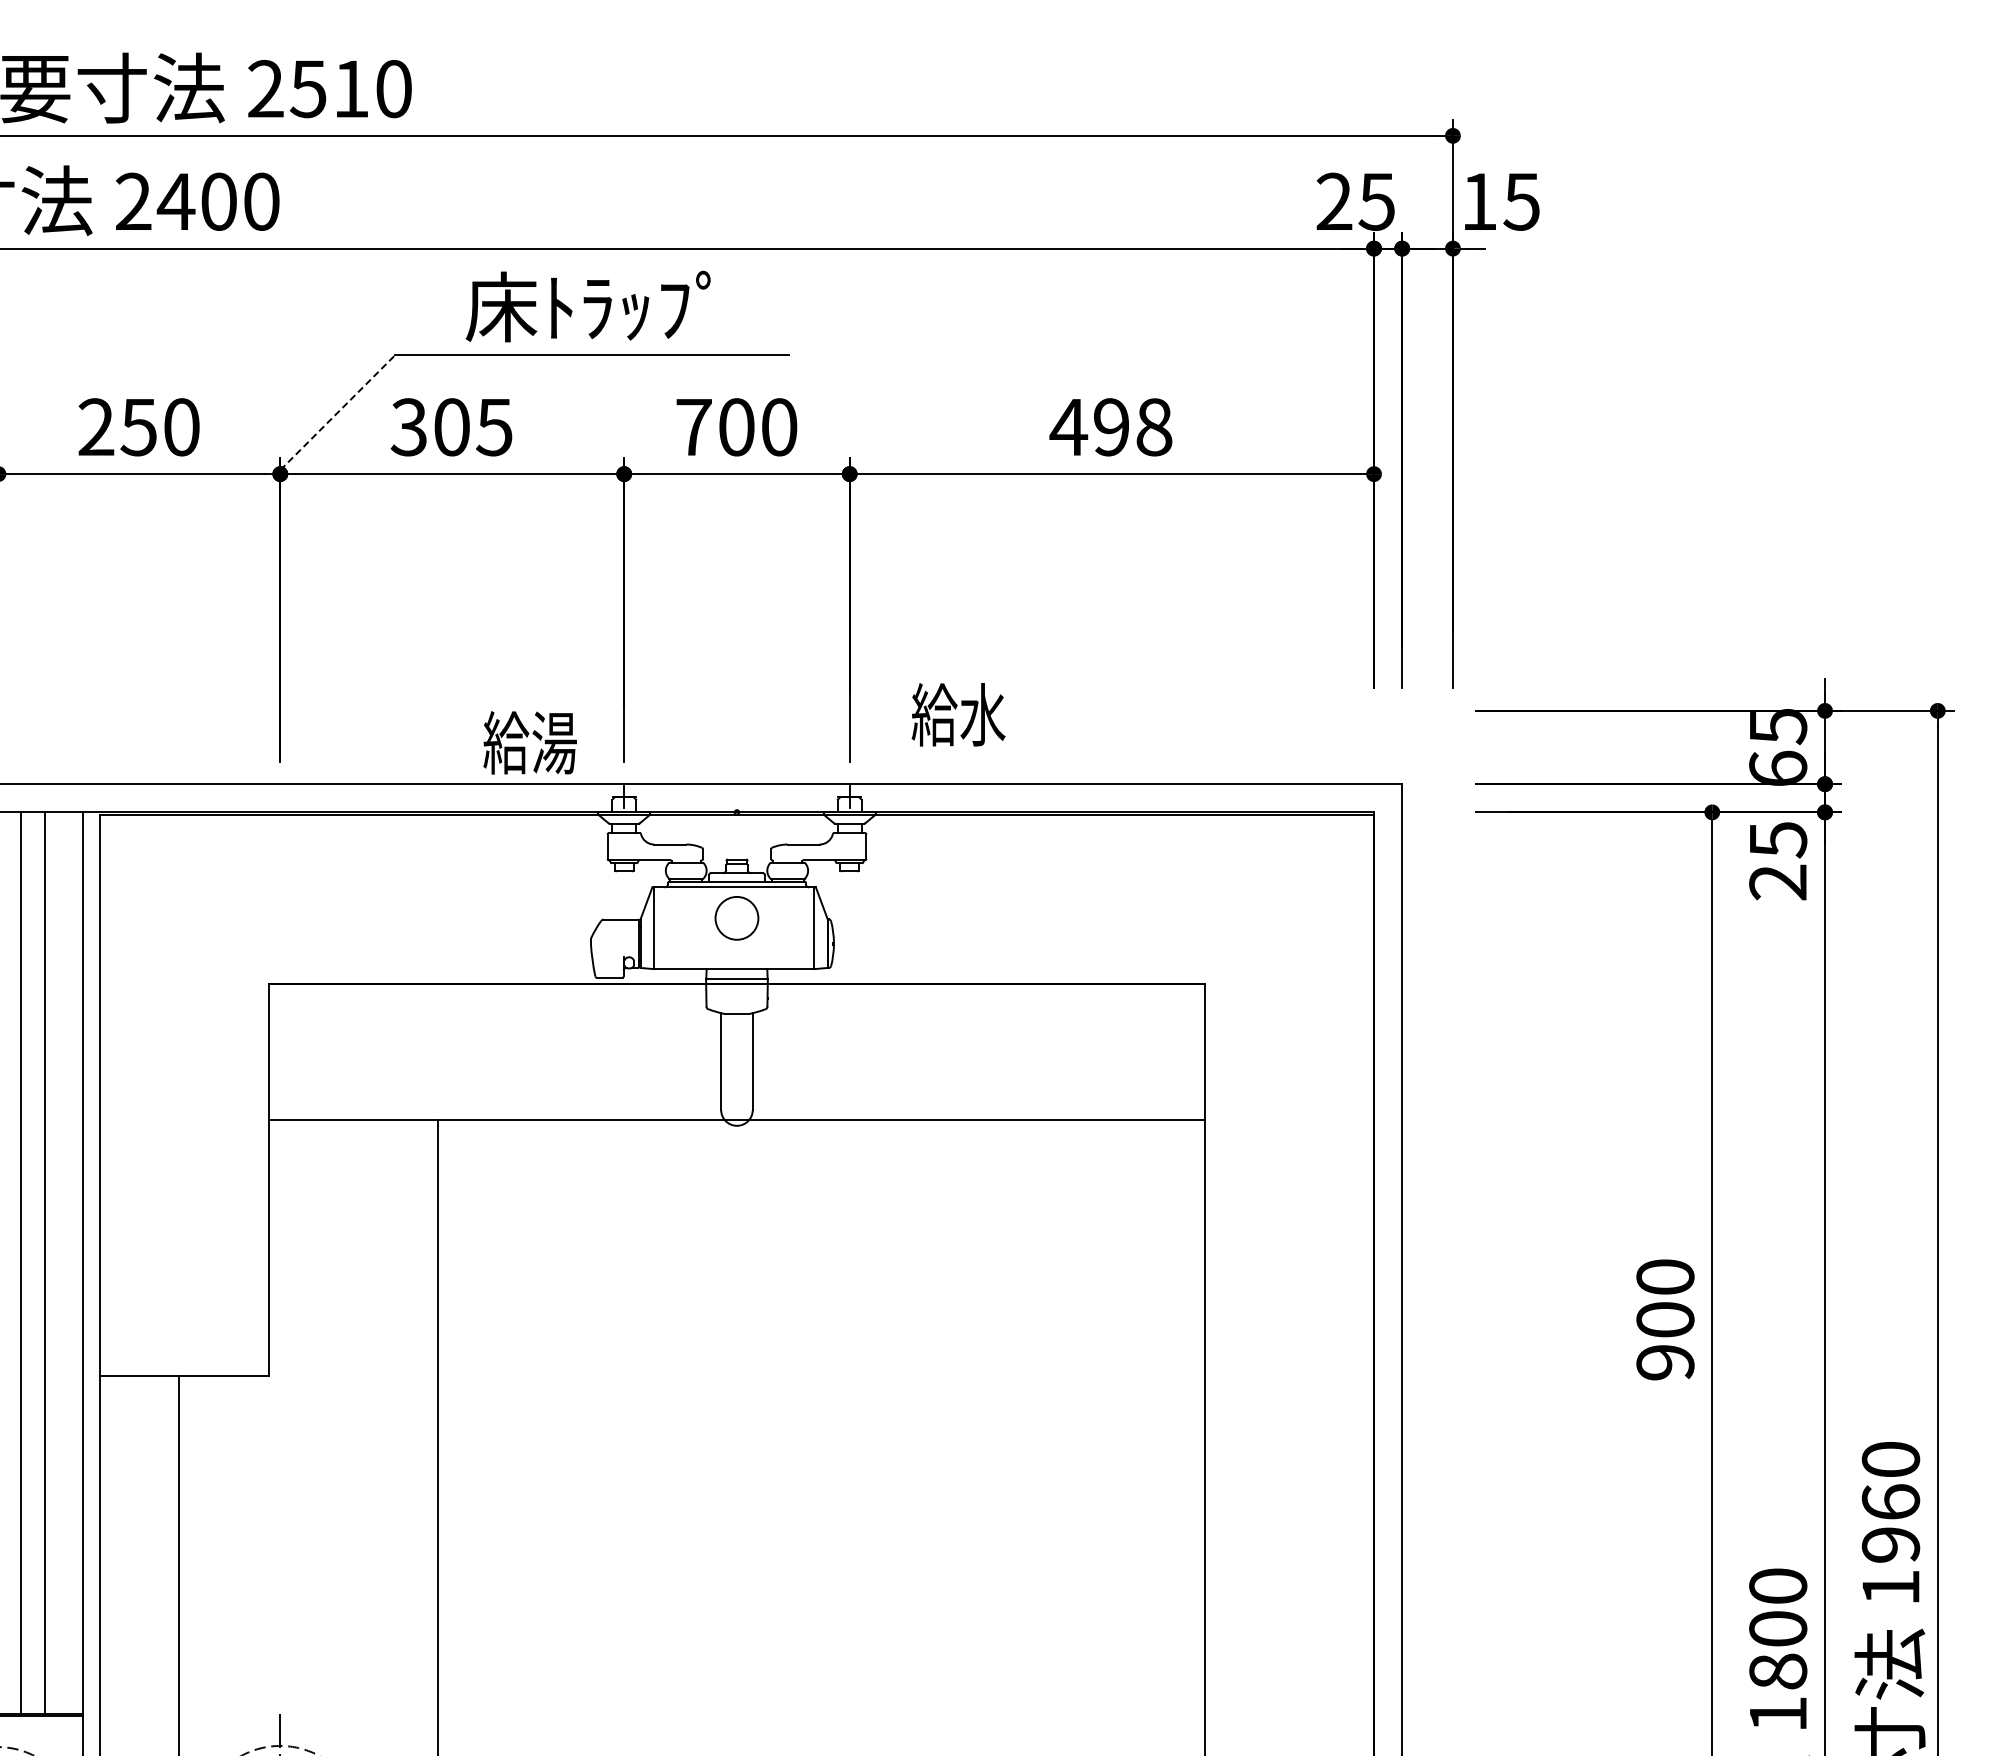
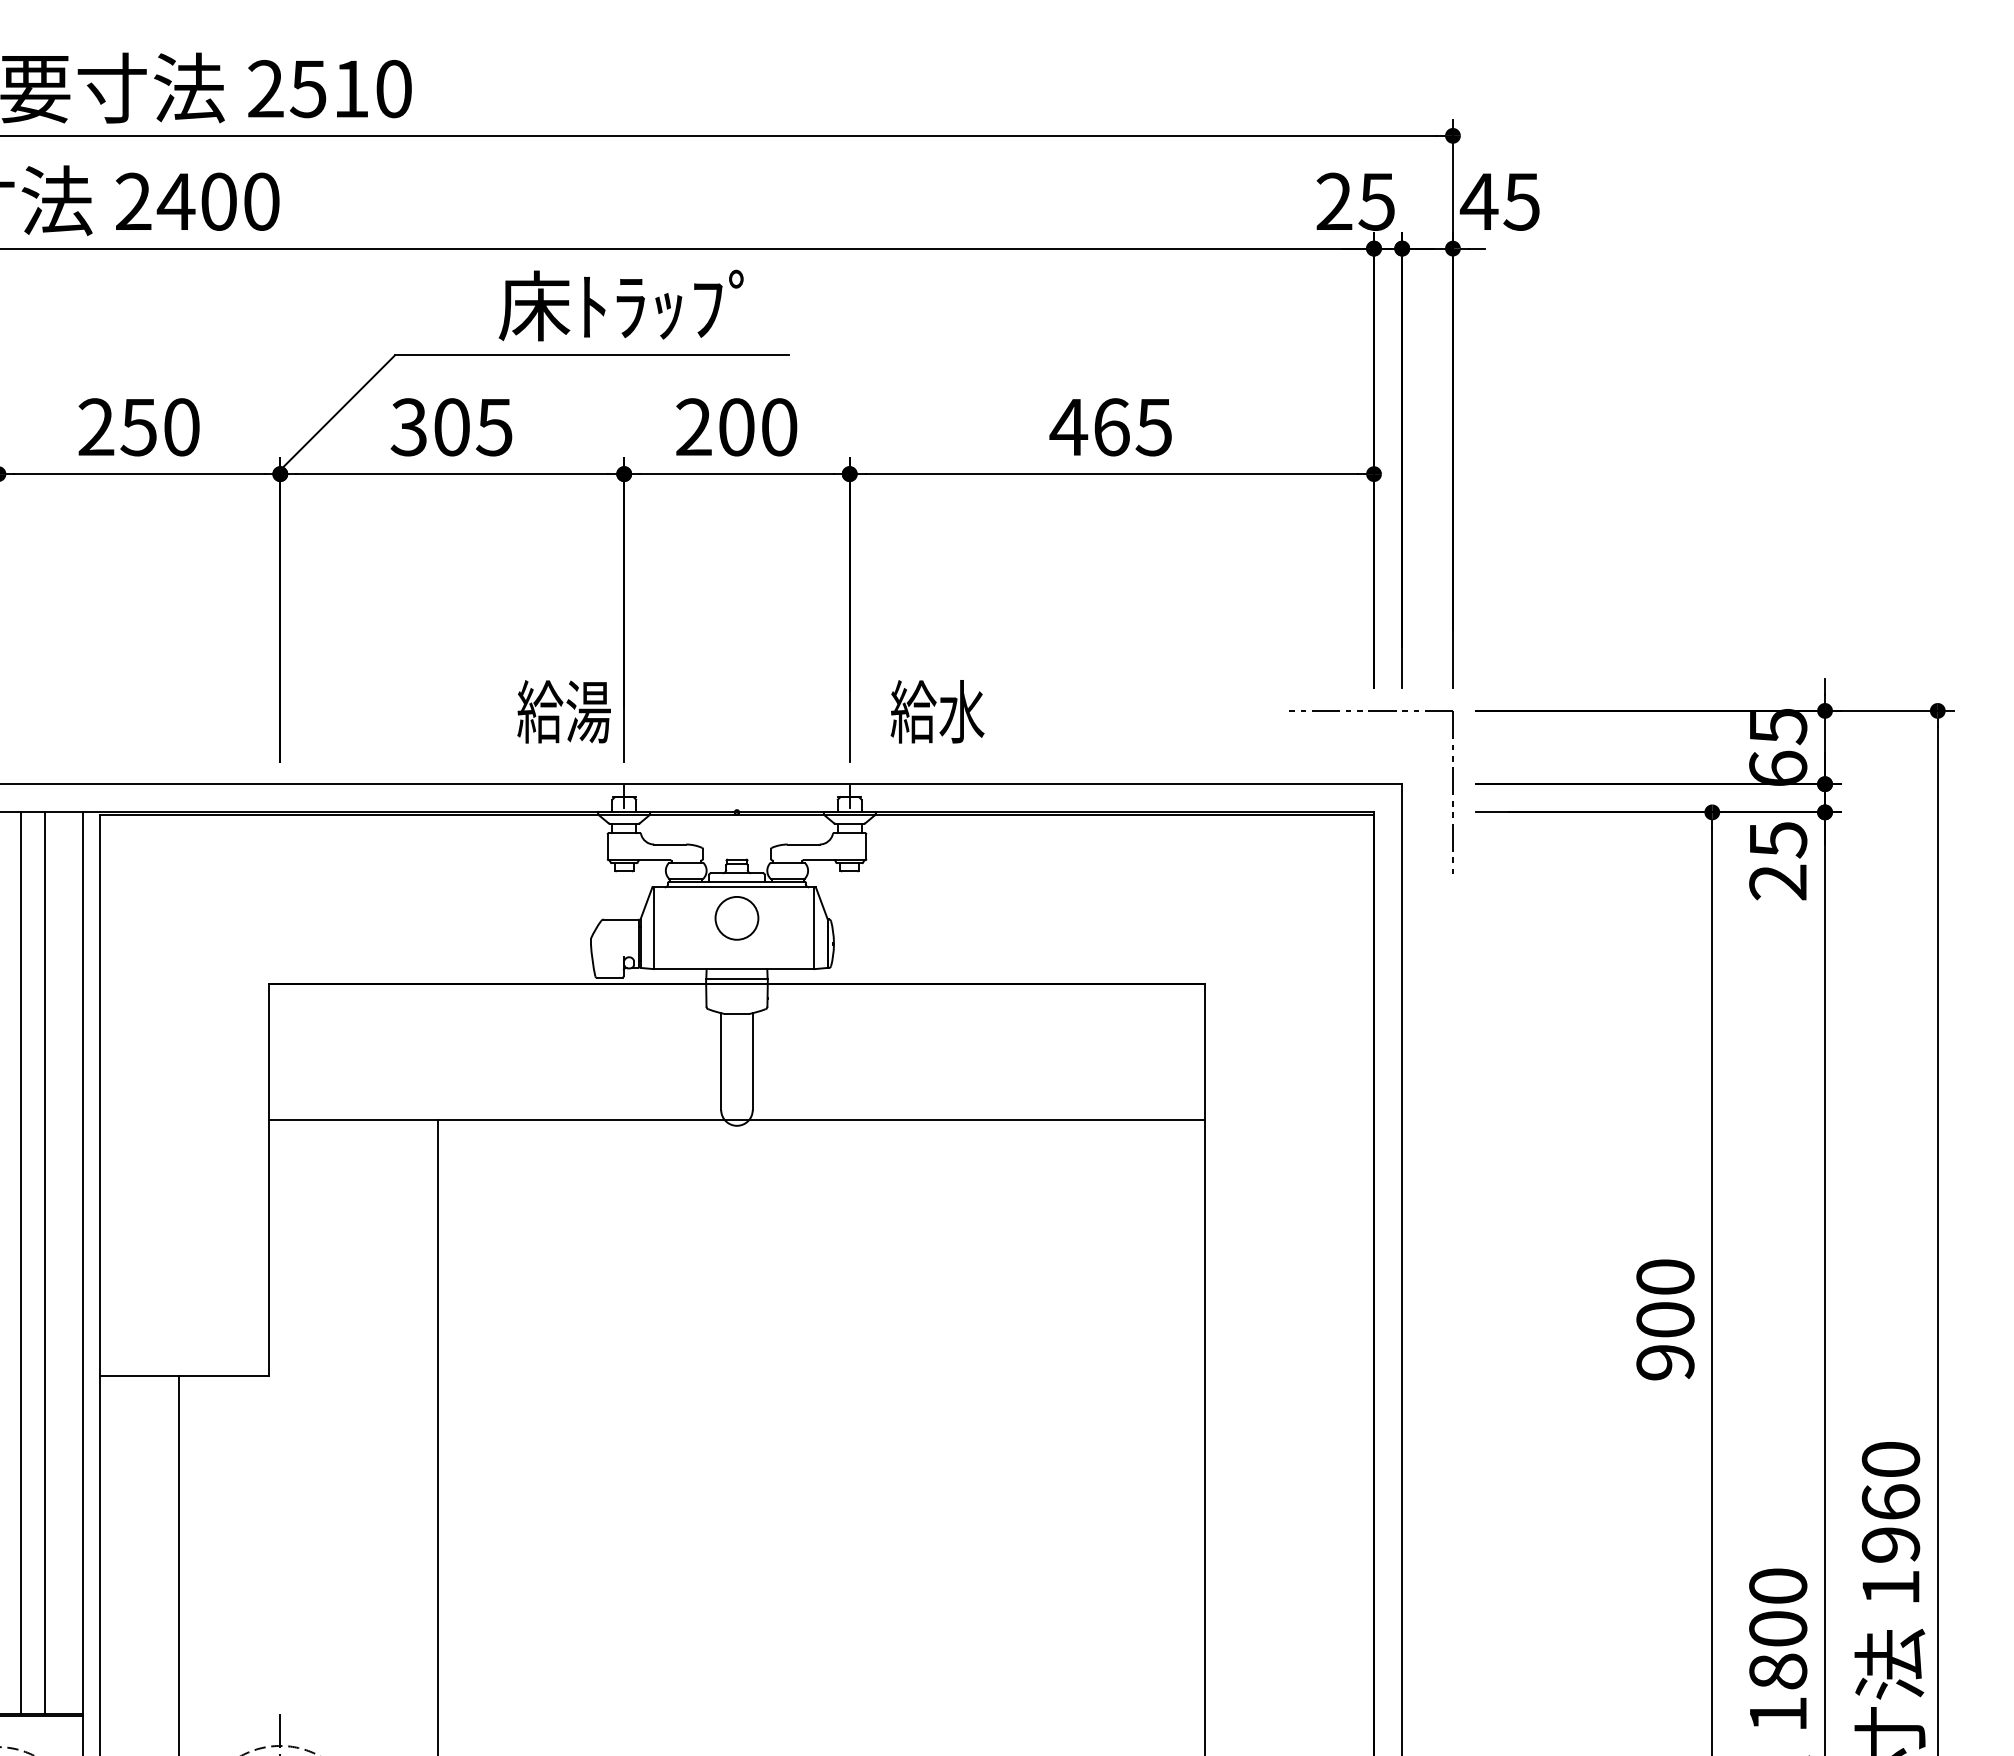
text at (1478, 201): 15 -> 45
text at (587, 306) position: (587, 306) -> (620, 305)
line at (338, 412): dashed -> solid
text at (693, 426): 700 -> 200
text at (1133, 427): 498 -> 465
part at (1371, 711): none -> present
text at (958, 714) position: (958, 714) -> (937, 711)
text at (529, 742) position: (529, 742) -> (563, 711)
